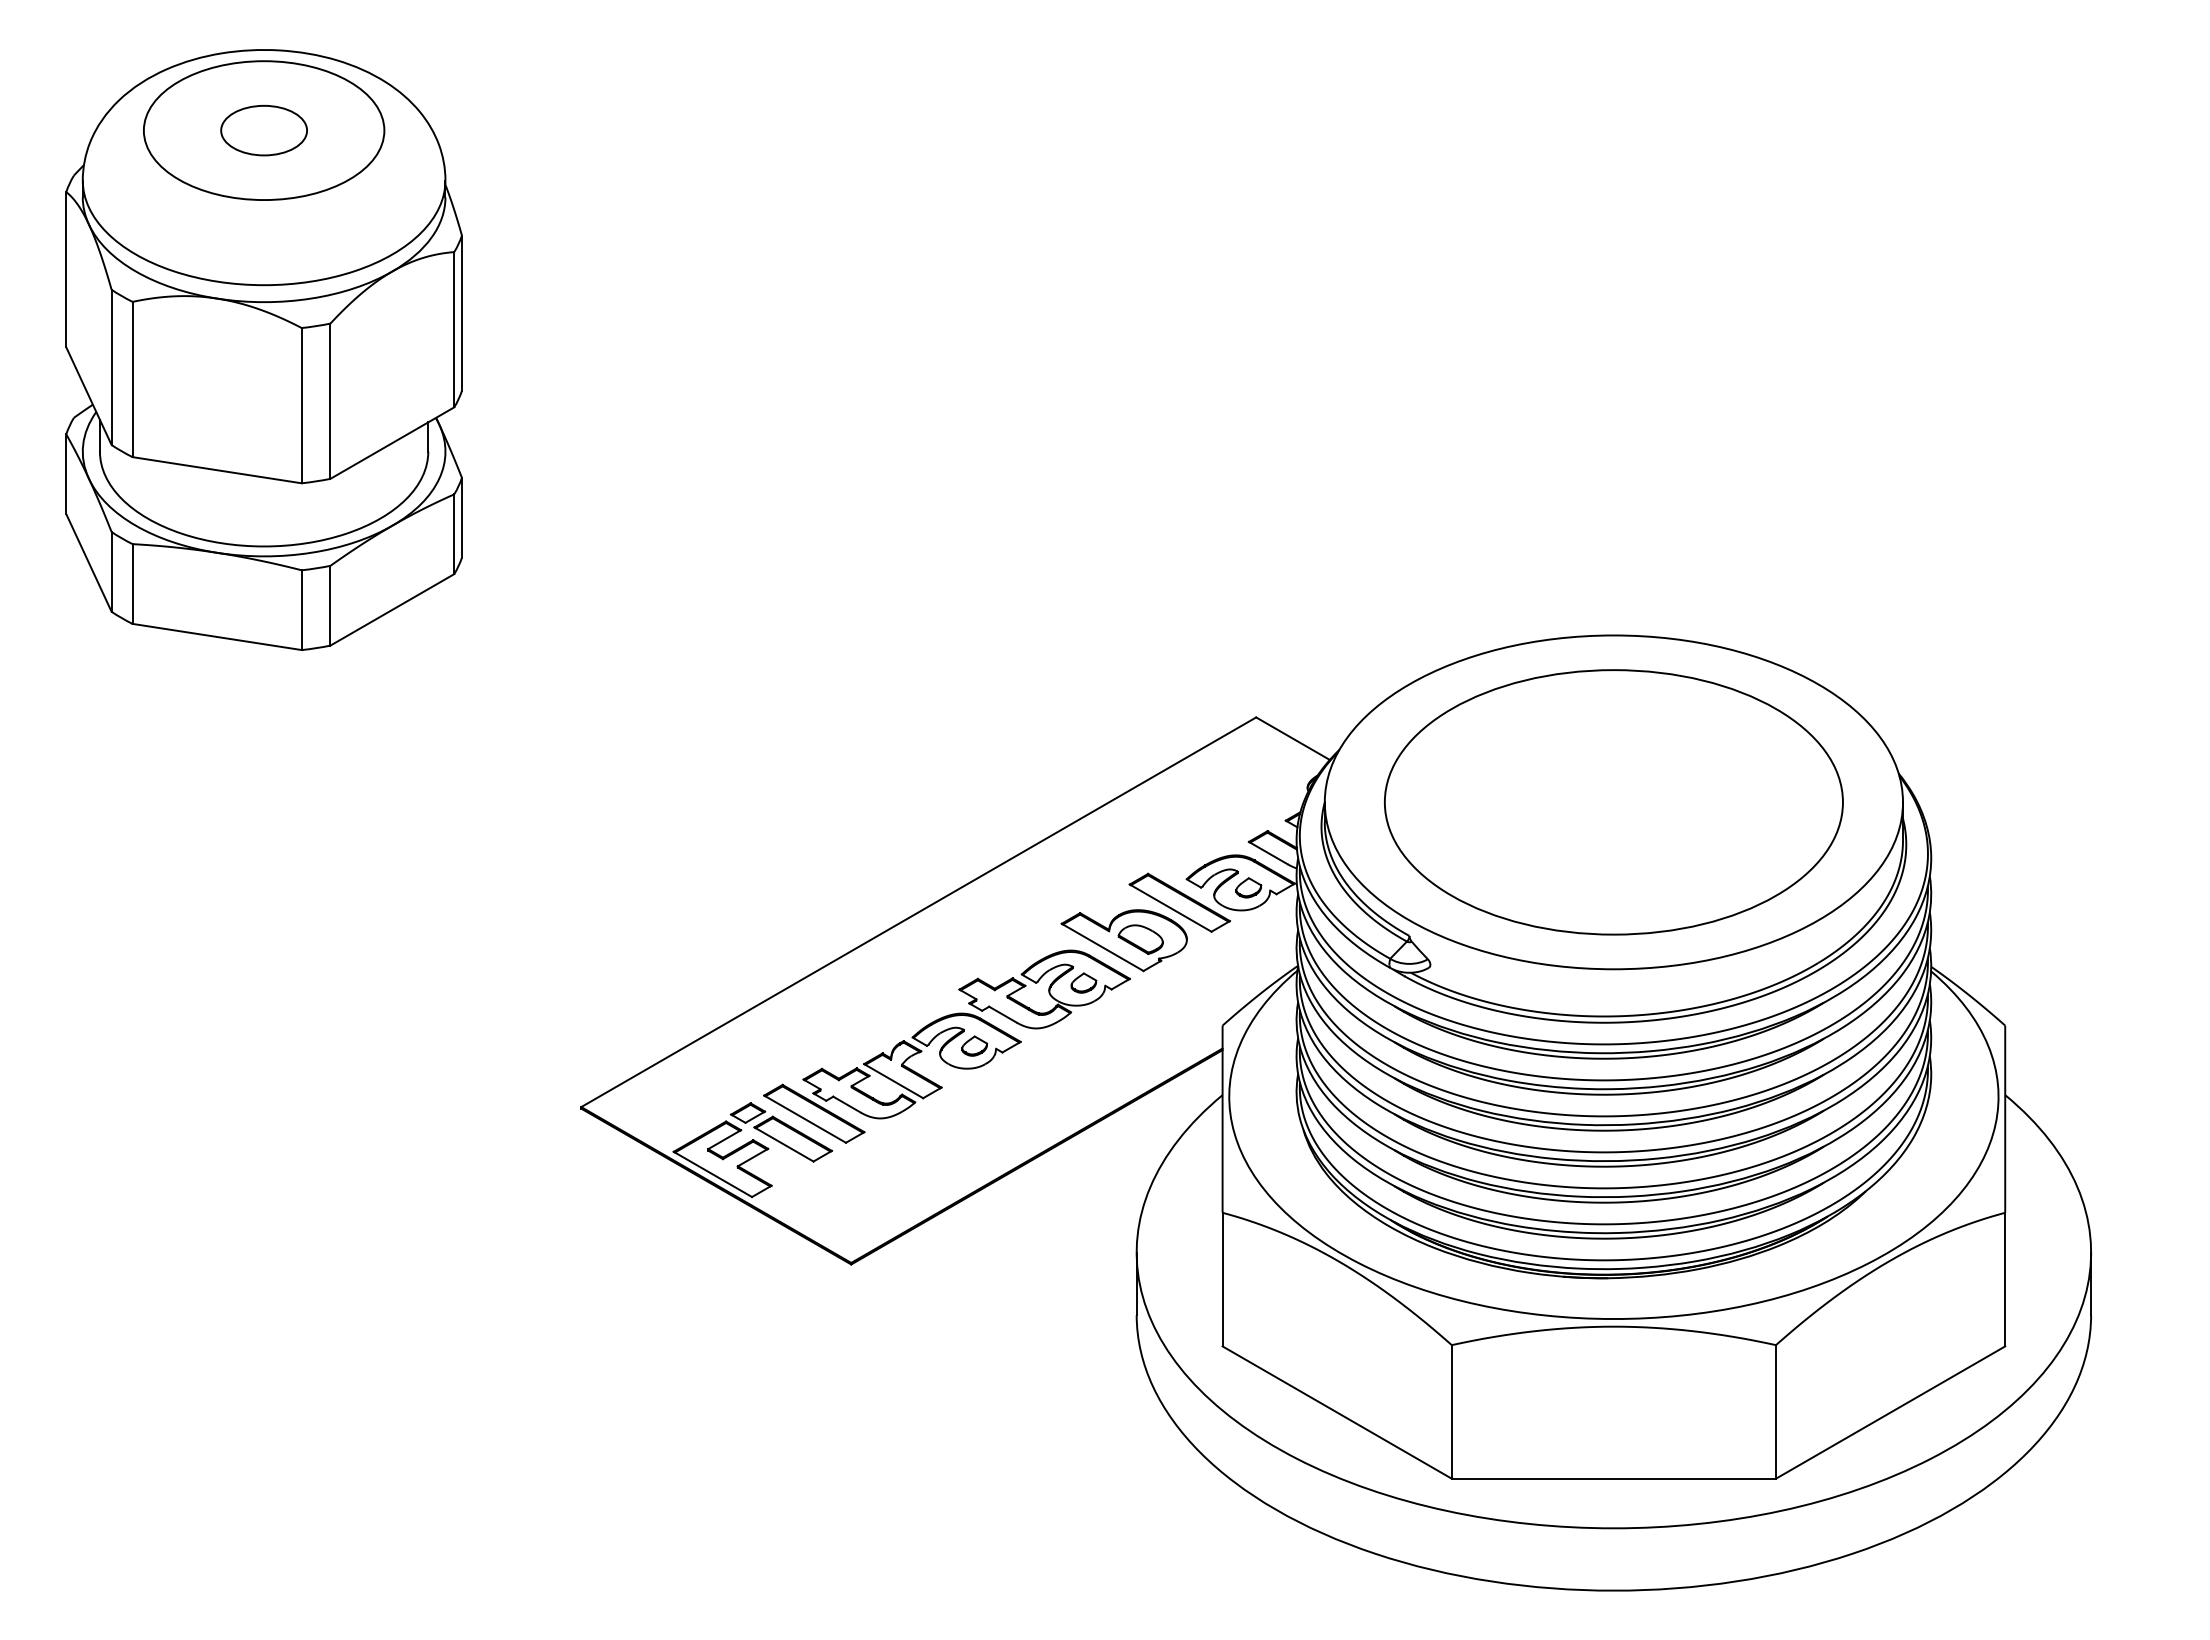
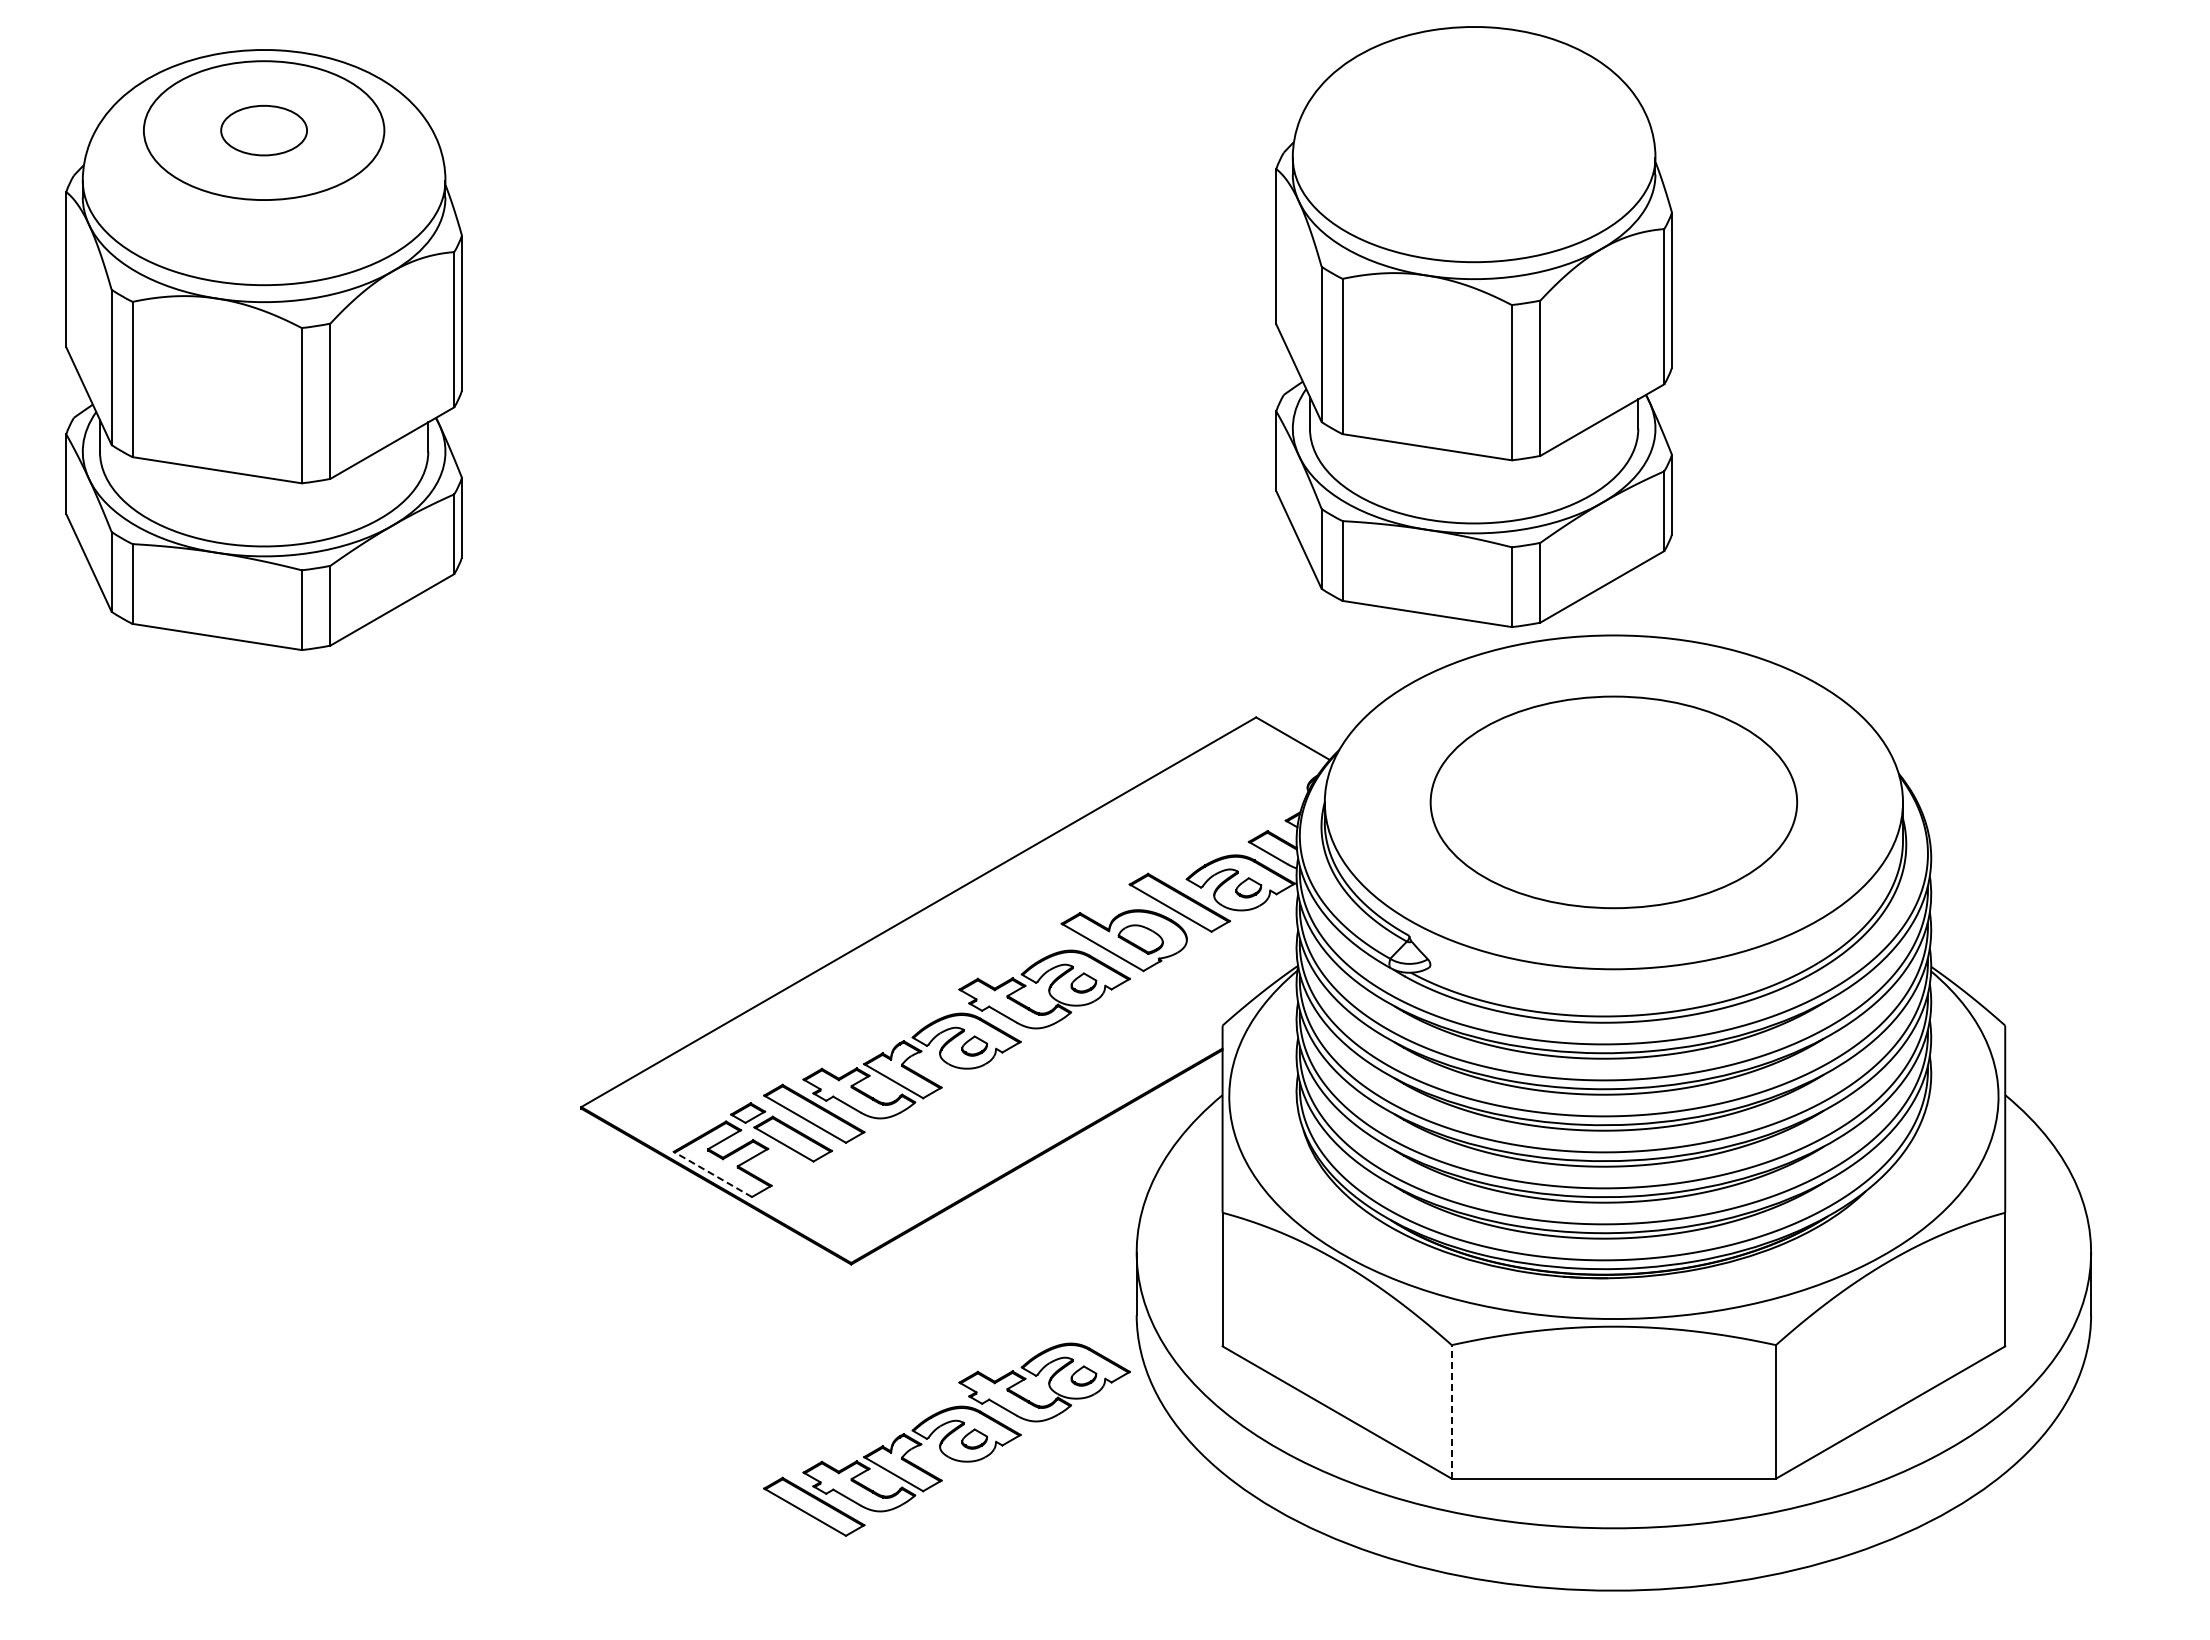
part at (1473, 326): none -> present
part at (1613, 802) size: 460x267 px -> 370x215 px
line at (712, 1174): solid -> dashed
line at (1451, 1411): solid -> dashed
part at (946, 1439): none -> present
